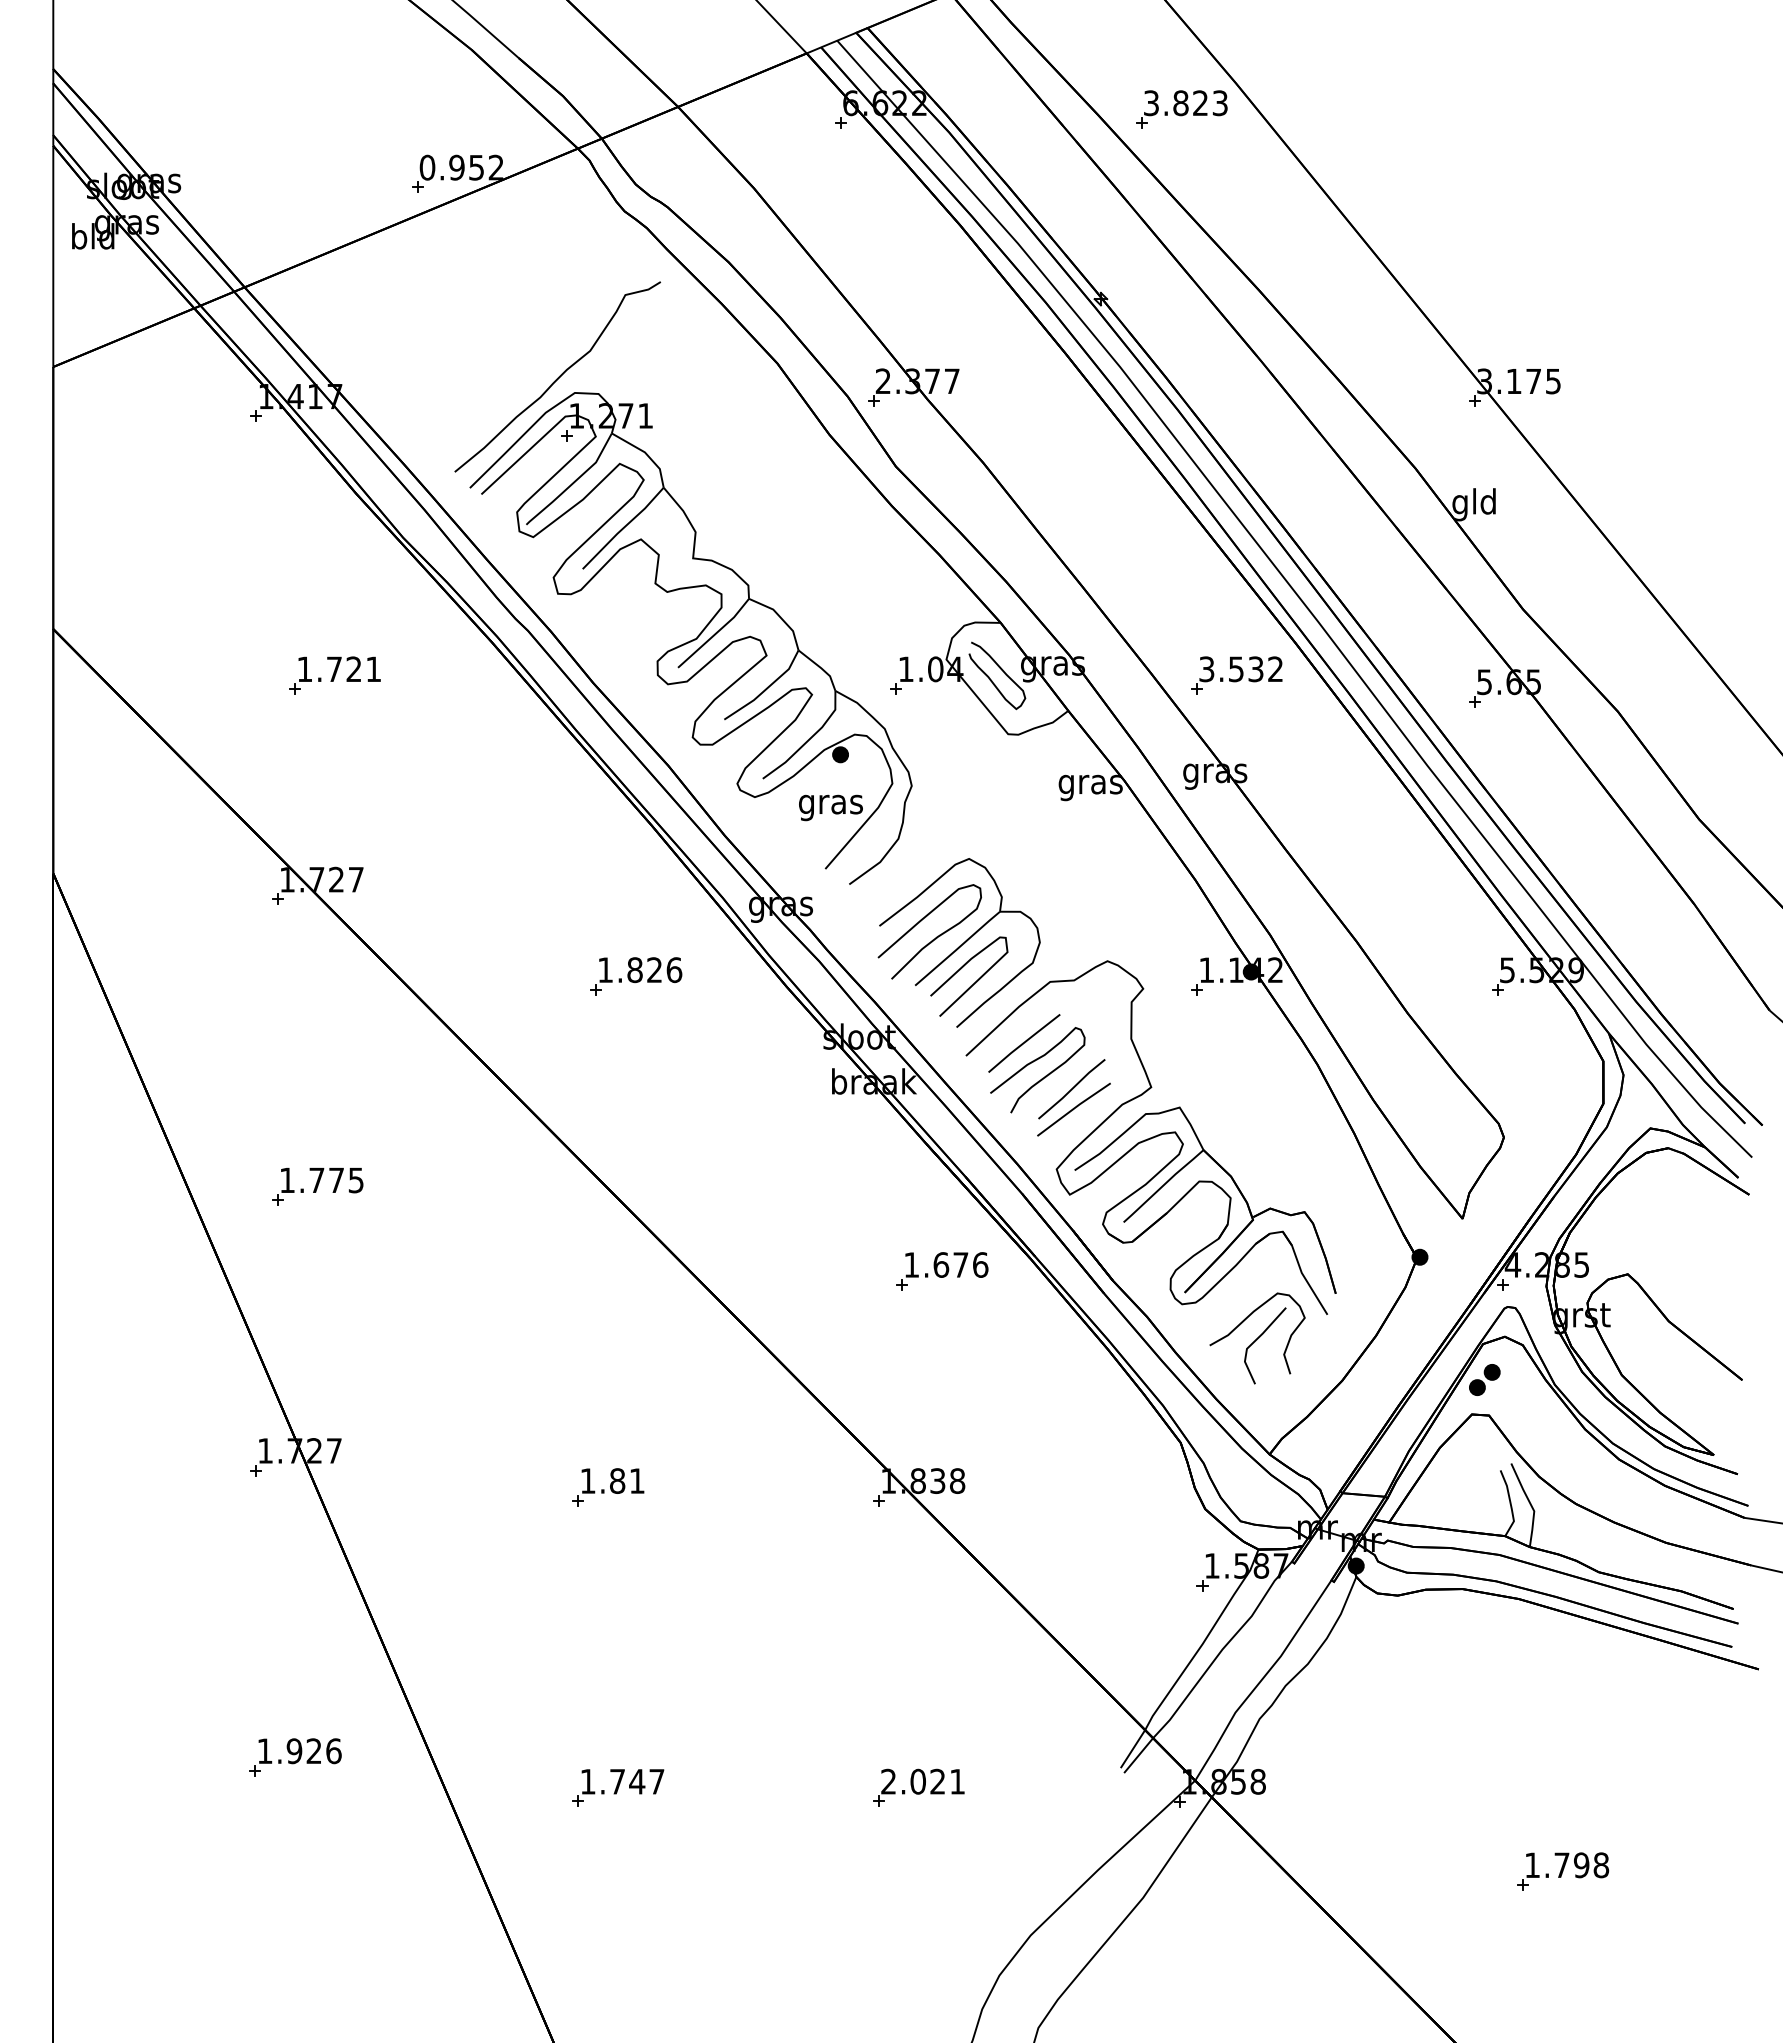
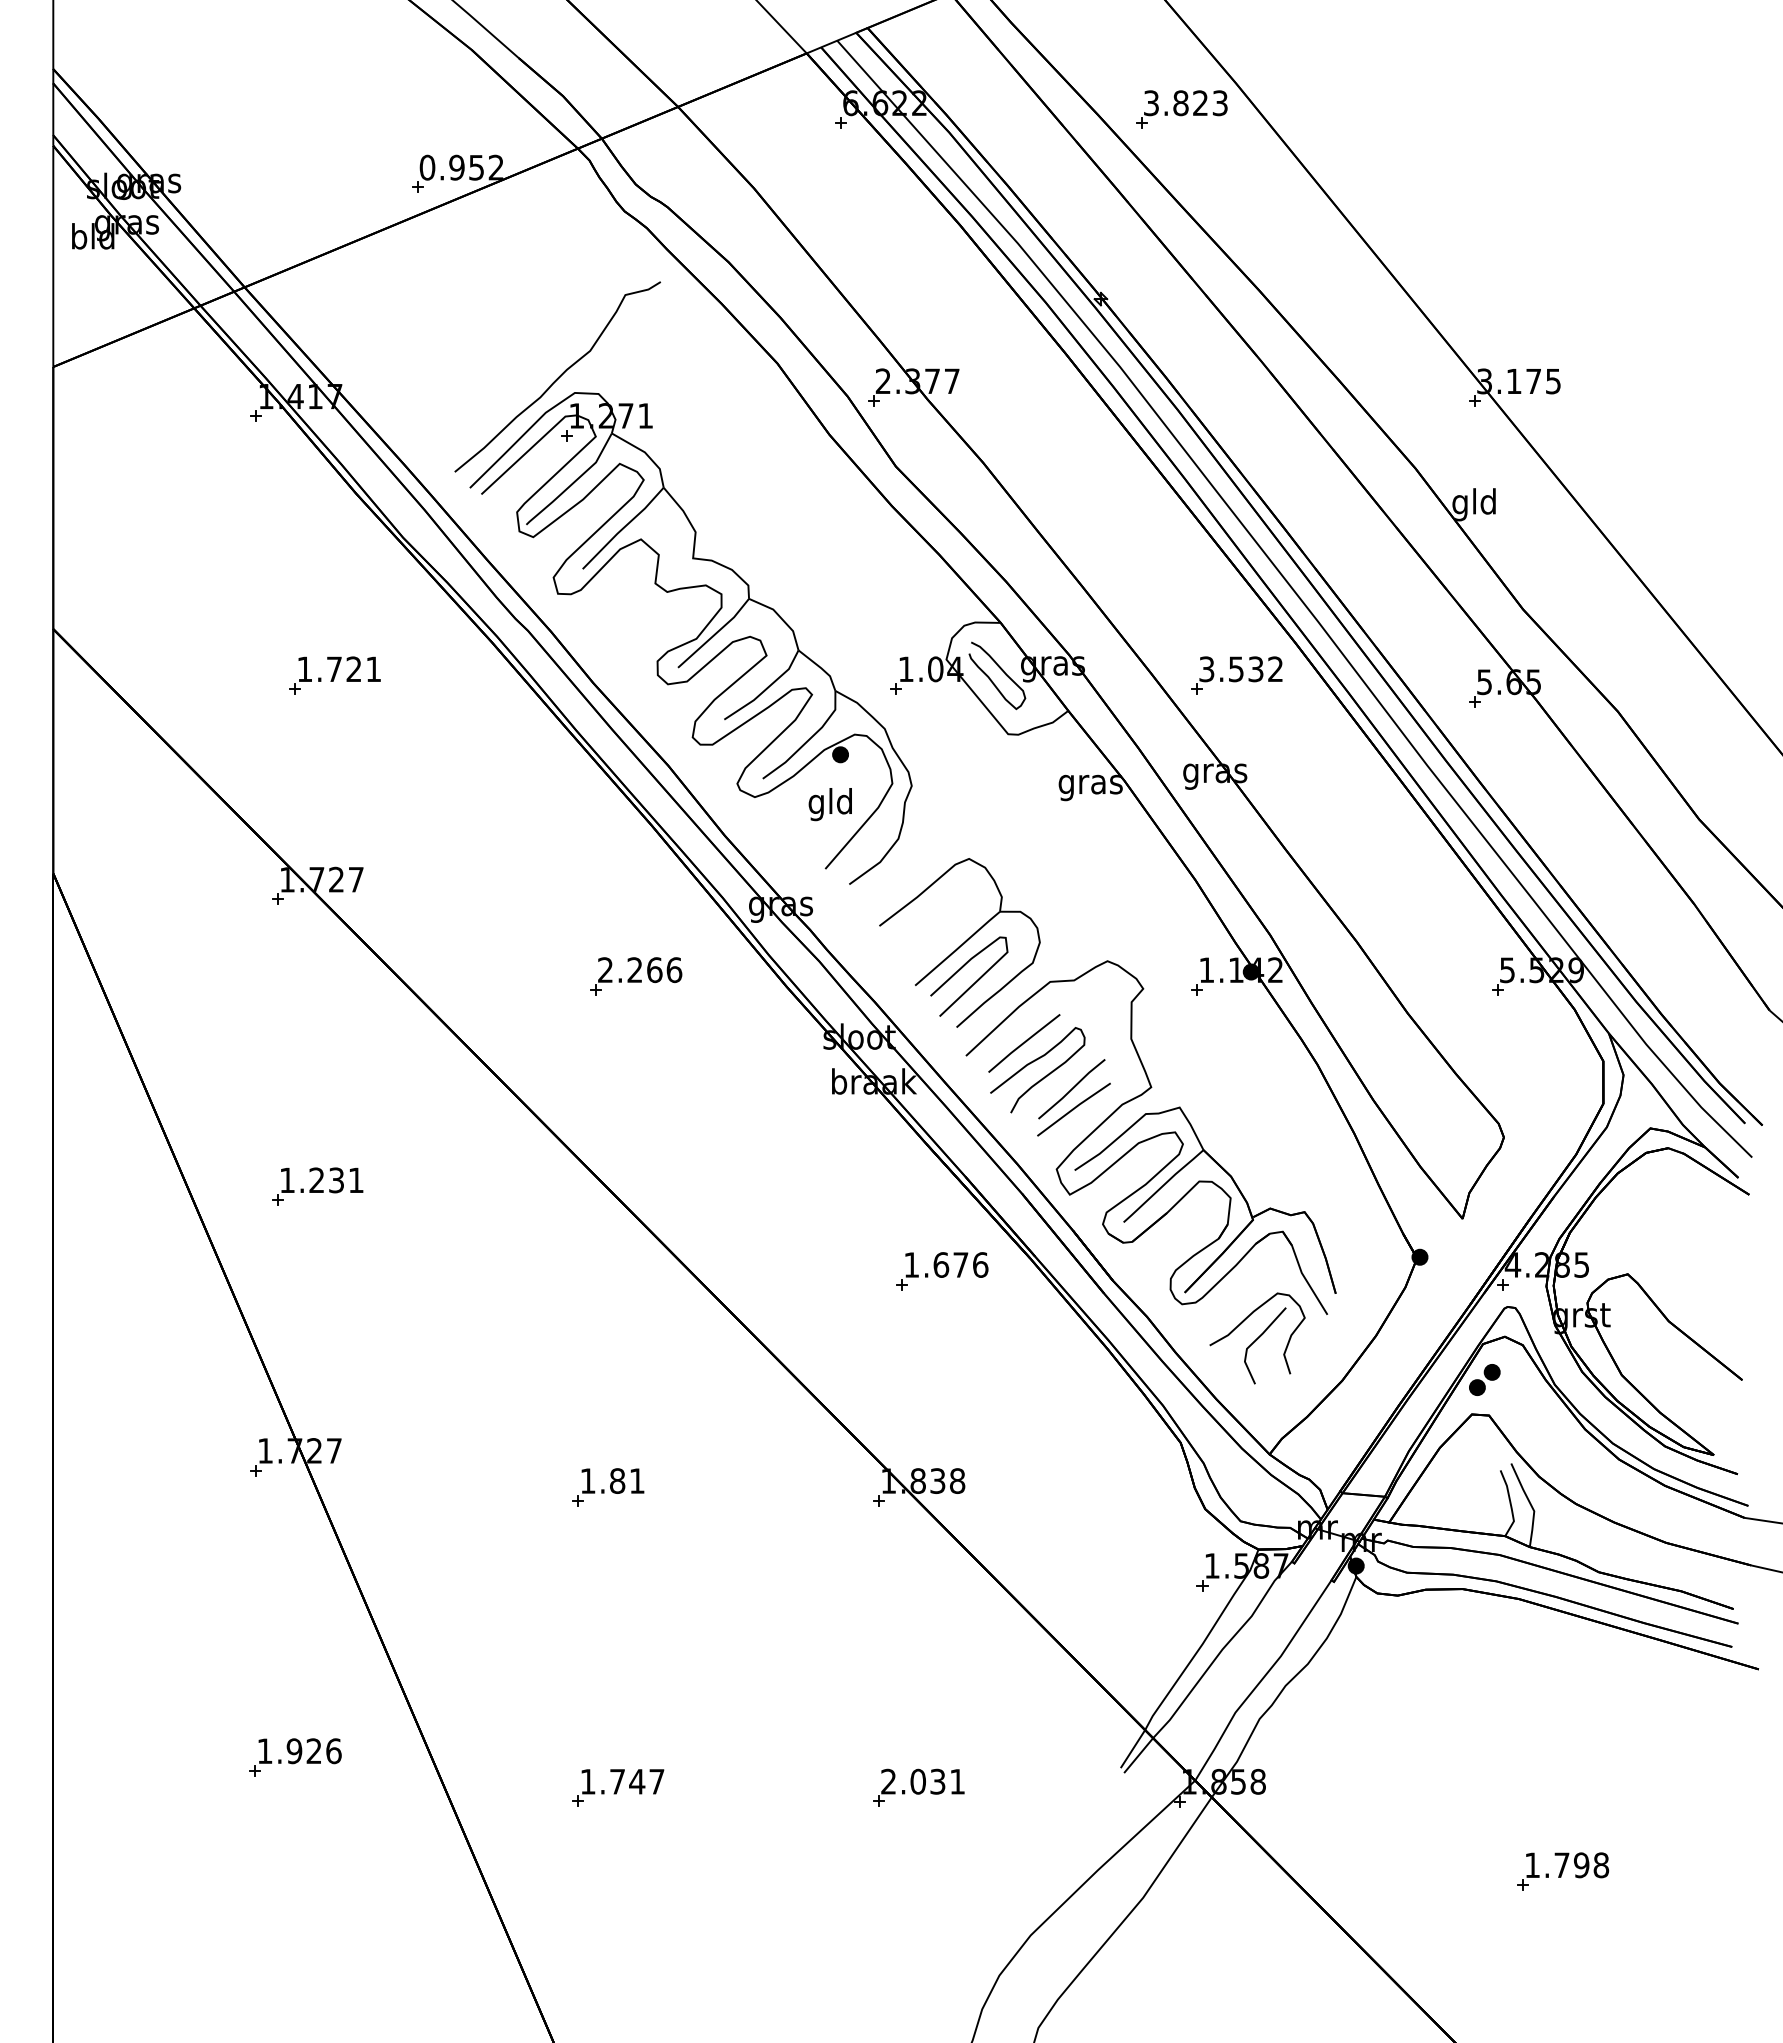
text at (830, 804): gras -> gld
curve at (935, 937): present -> none
text at (630, 970): 1.826 -> 2.266
text at (336, 1180): 1.775 -> 1.231
text at (937, 1781): 2.021 -> 2.031
